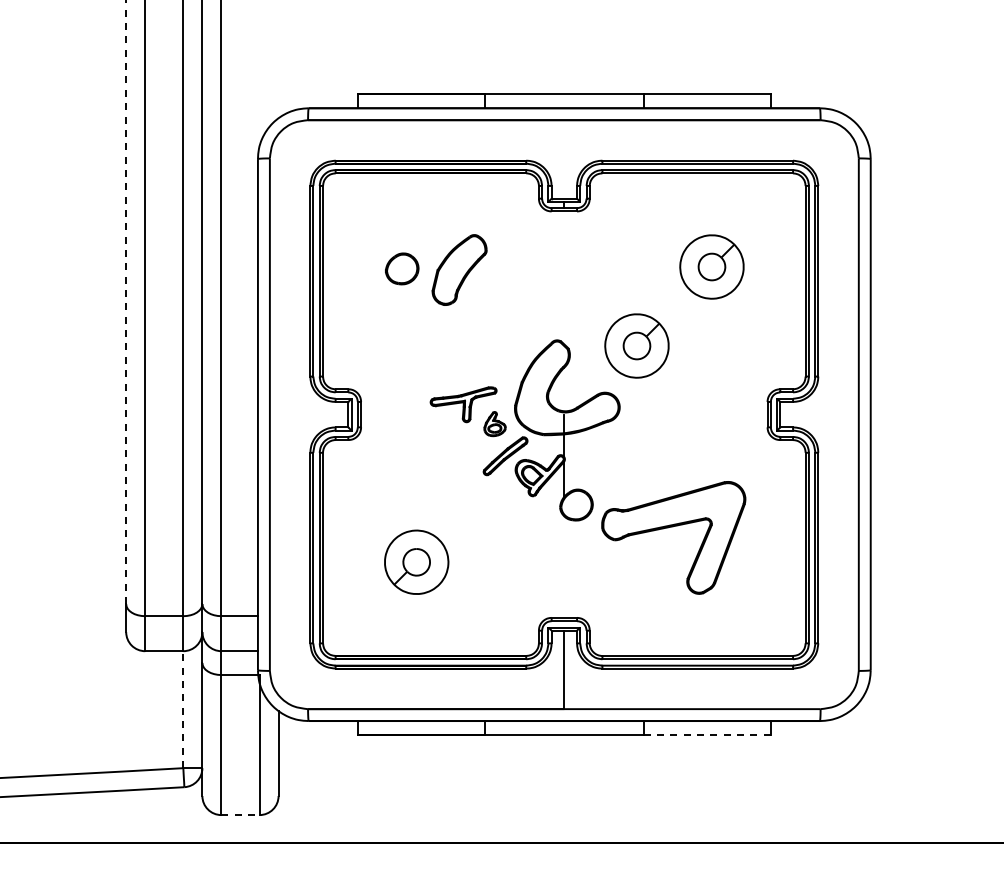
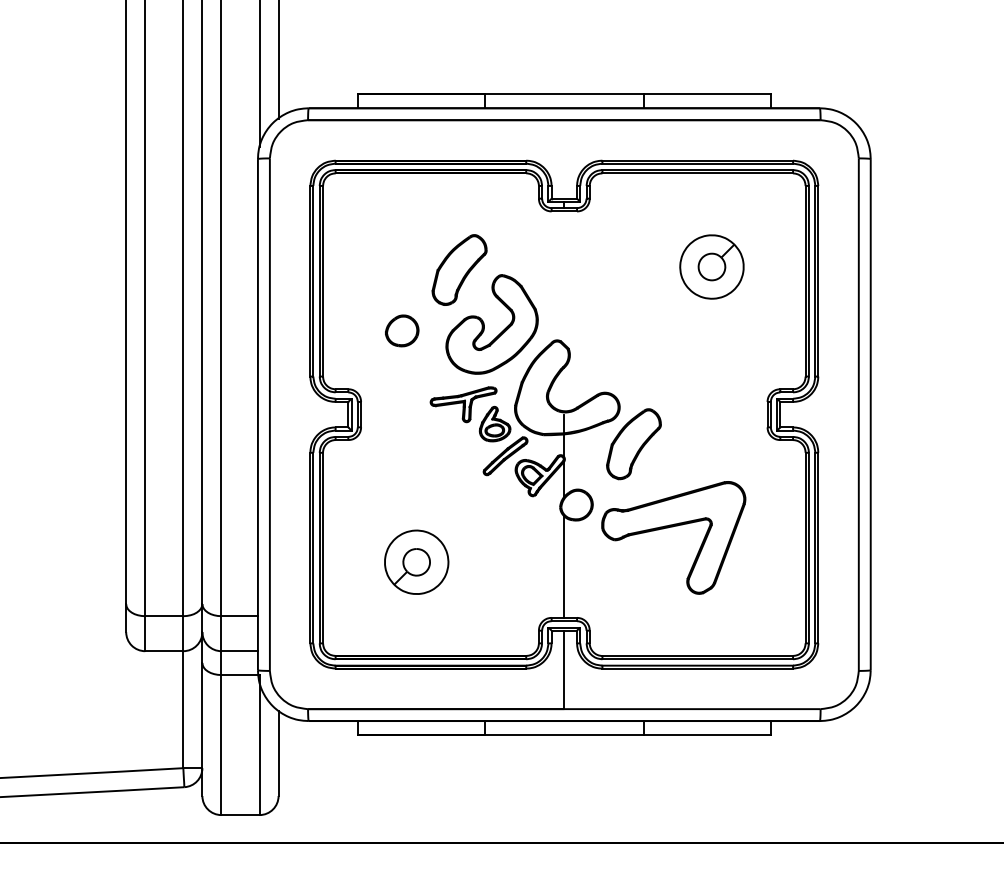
line at (278, 60): none -> present
line at (259, 74): none -> present
part at (402, 268) position: (402, 268) -> (402, 330)
line at (126, 302): dashed -> solid
part at (484, 324): none -> present
part at (636, 345): present -> none
part at (494, 424) size: 24x27 px -> 34x38 px
part at (633, 444): none -> present
line at (564, 566): none -> present
line at (183, 709): dashed -> solid
line at (707, 735): dashed -> solid
line at (240, 815): dashed -> solid
